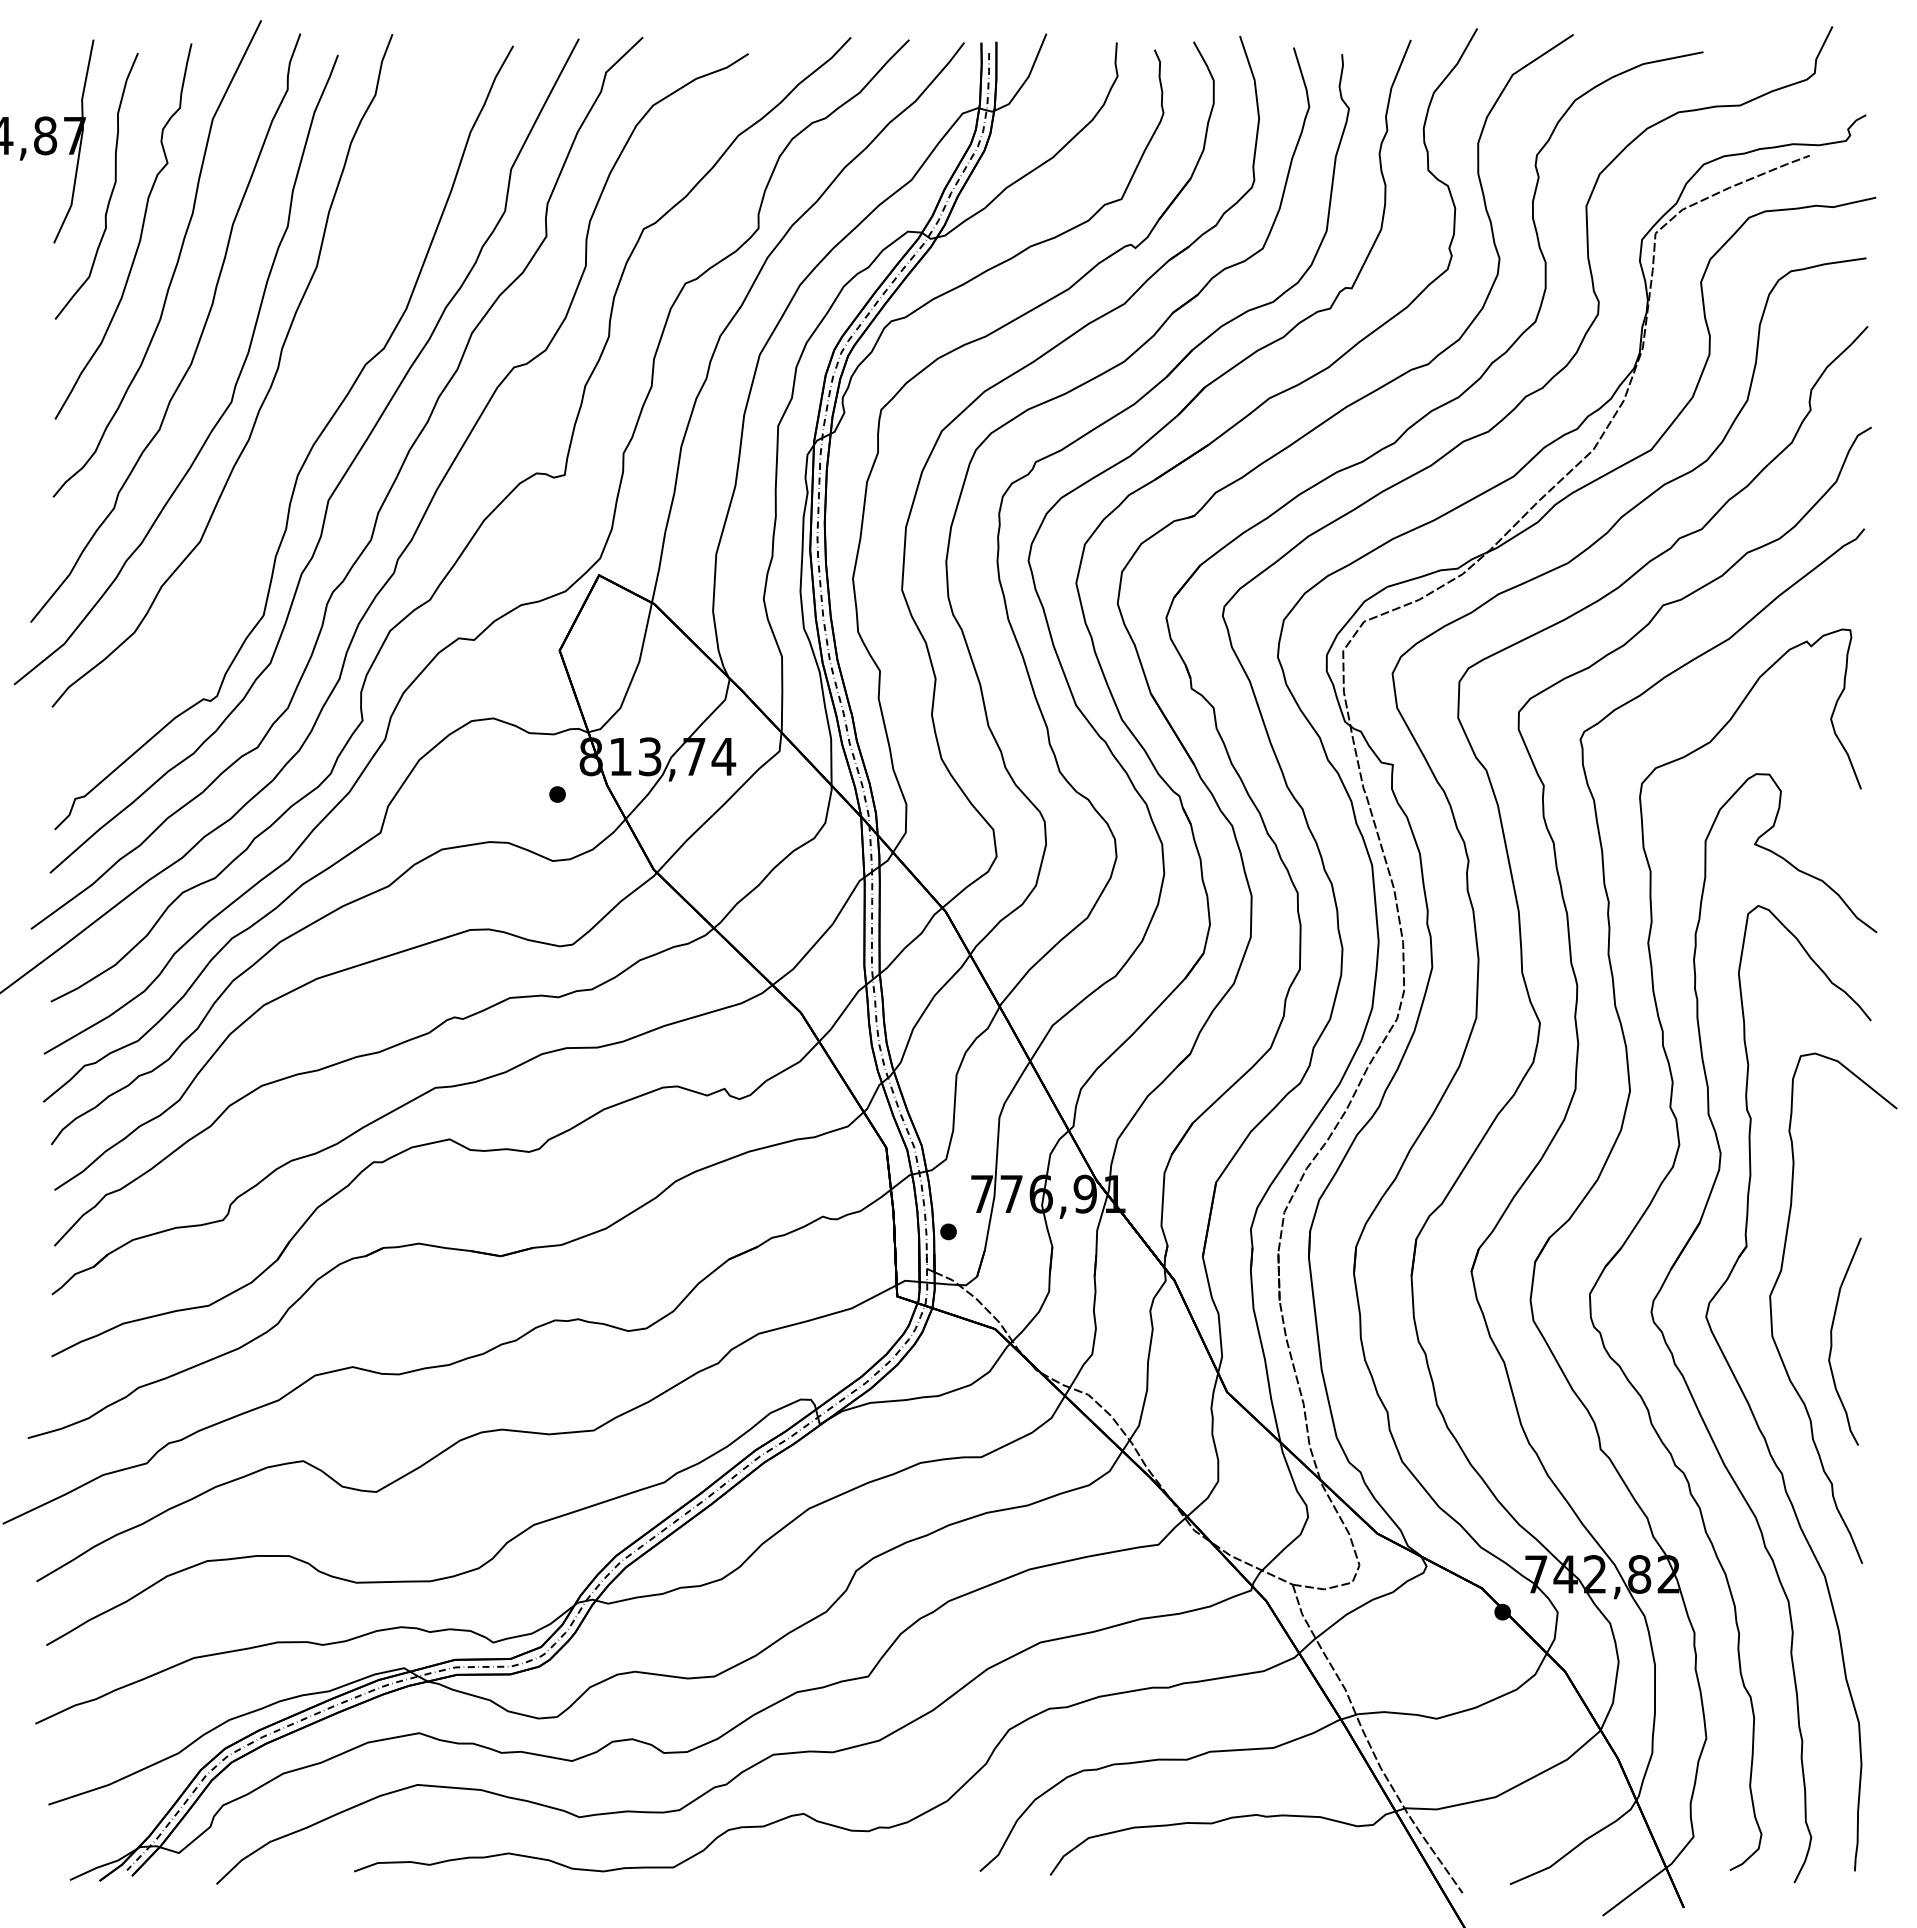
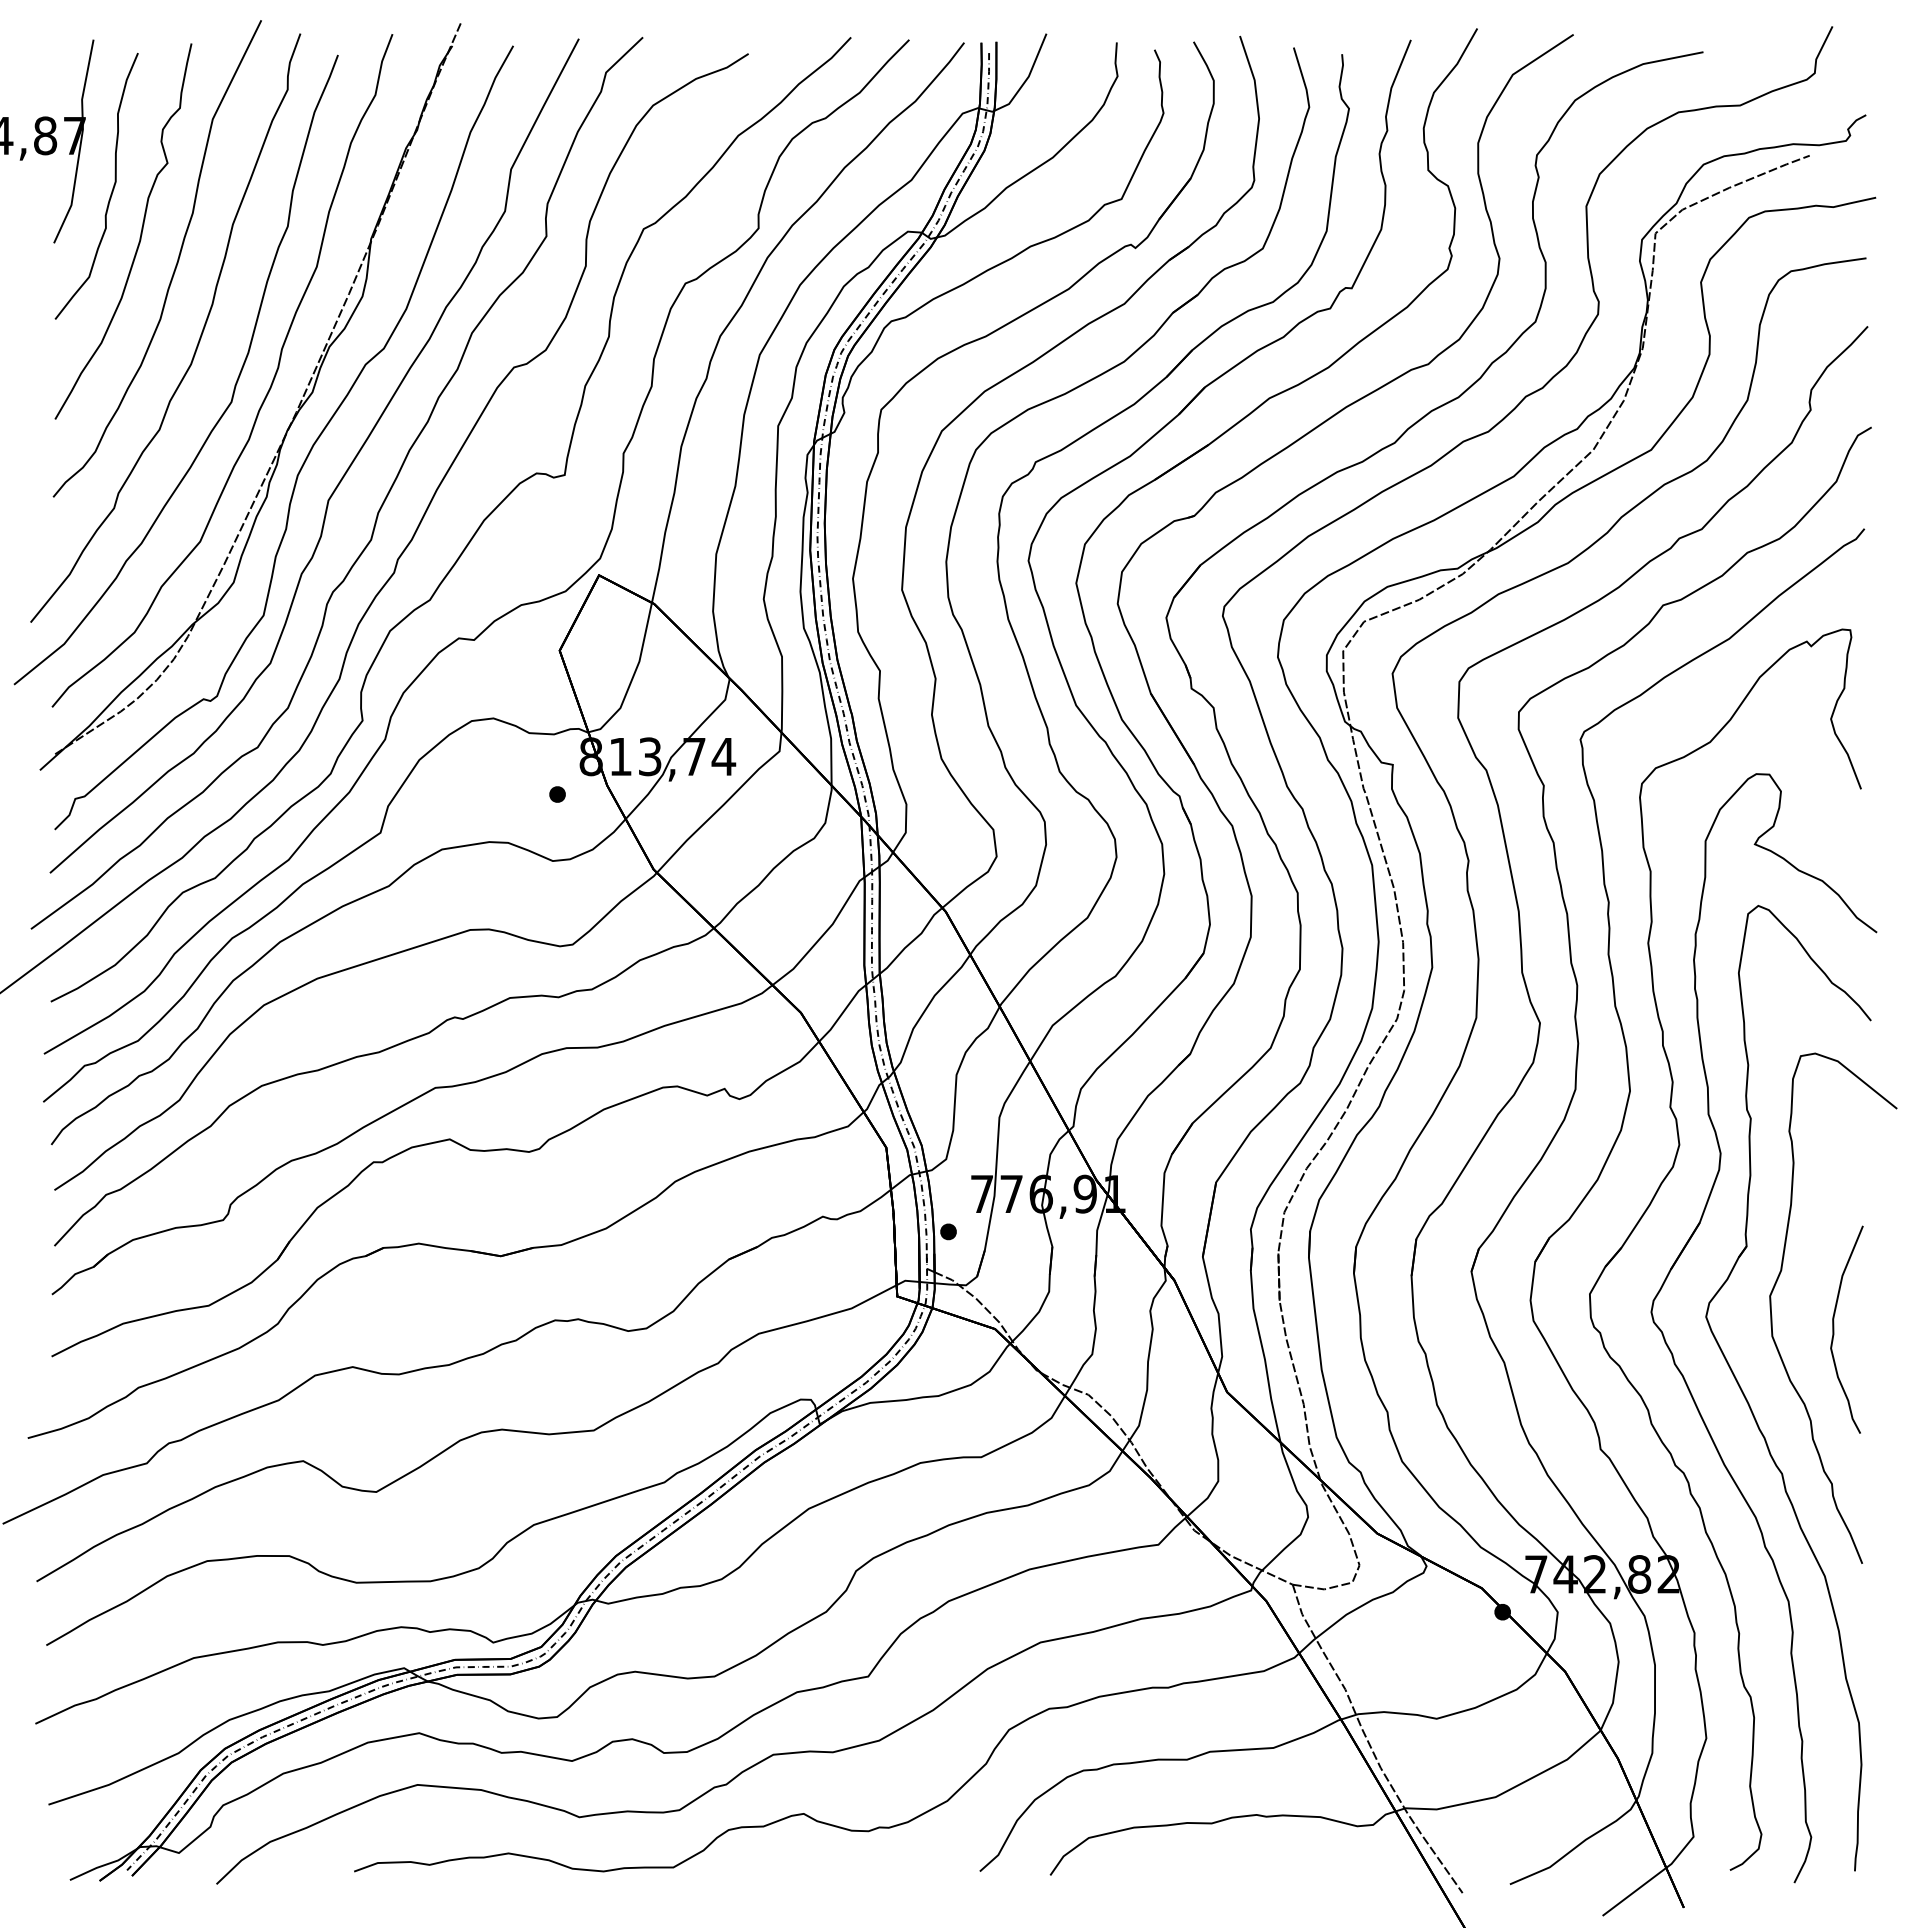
part at (294, 413): none -> present
curve at (1832, 1341) position: (1832, 1341) -> (1834, 1329)
